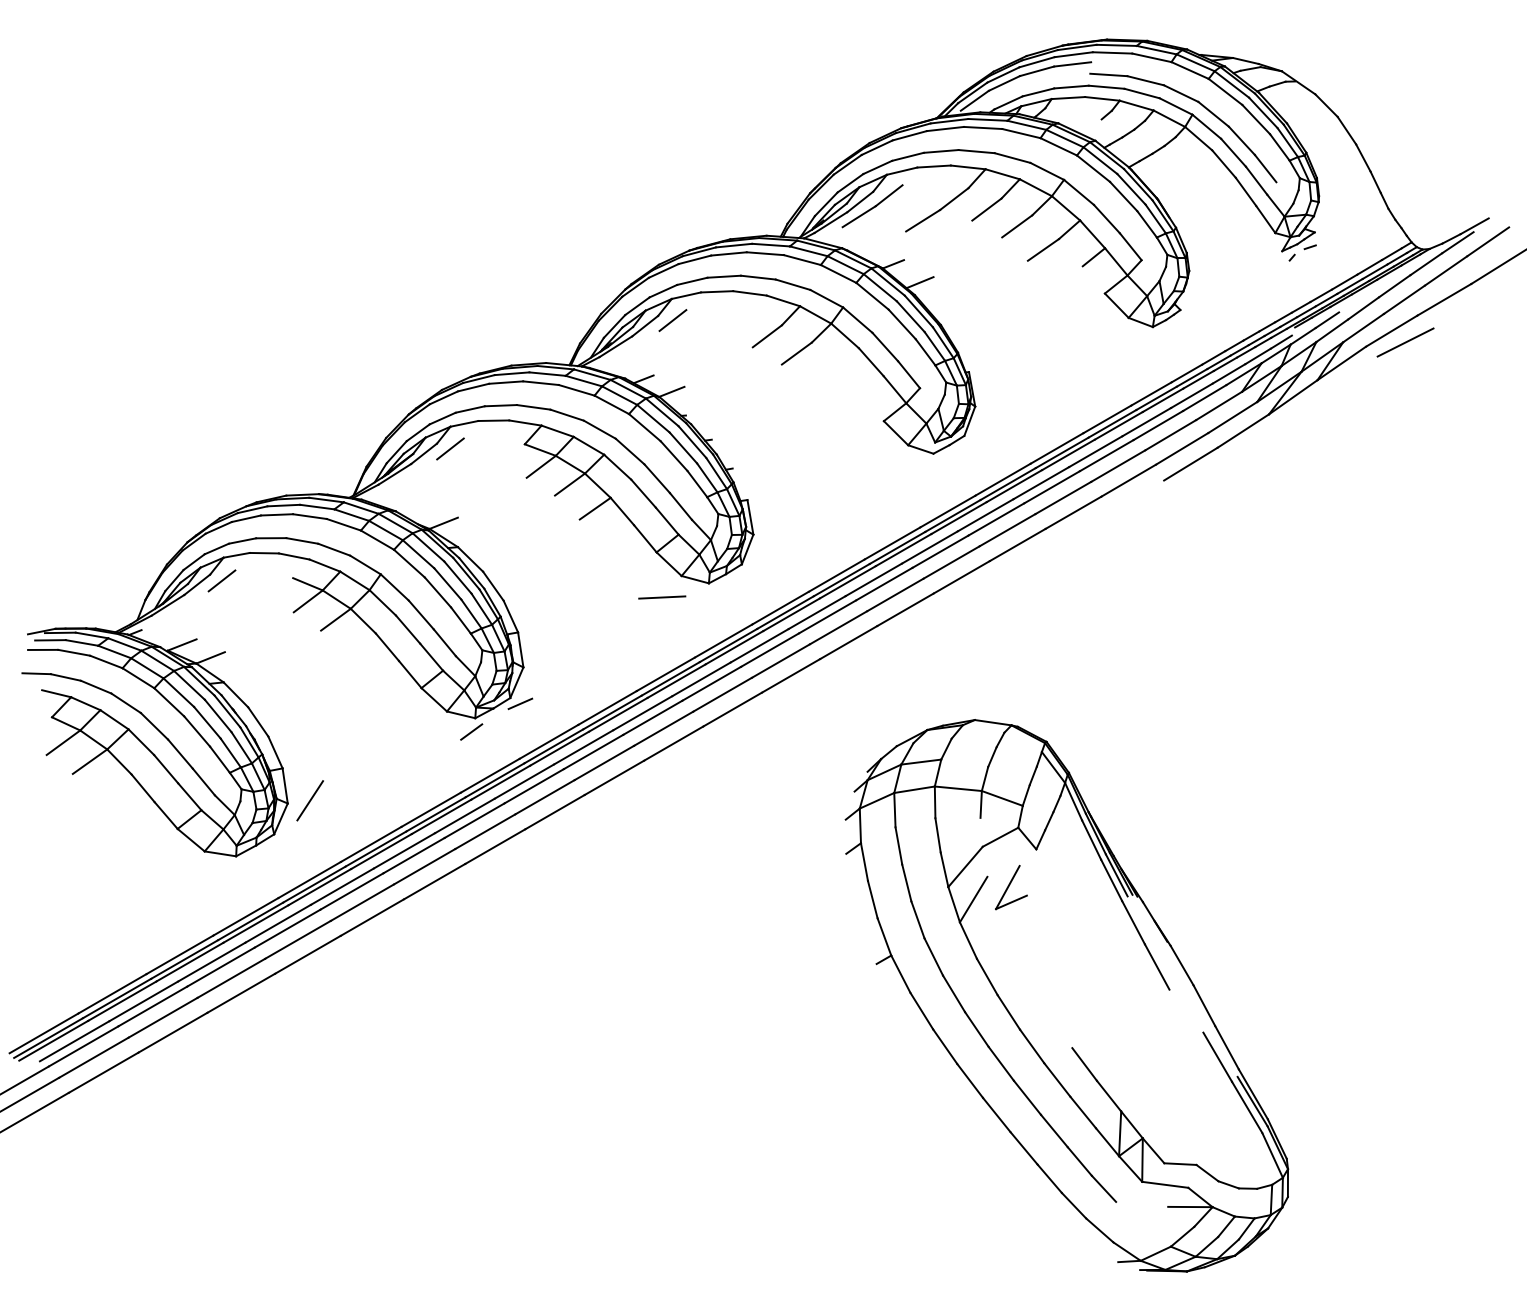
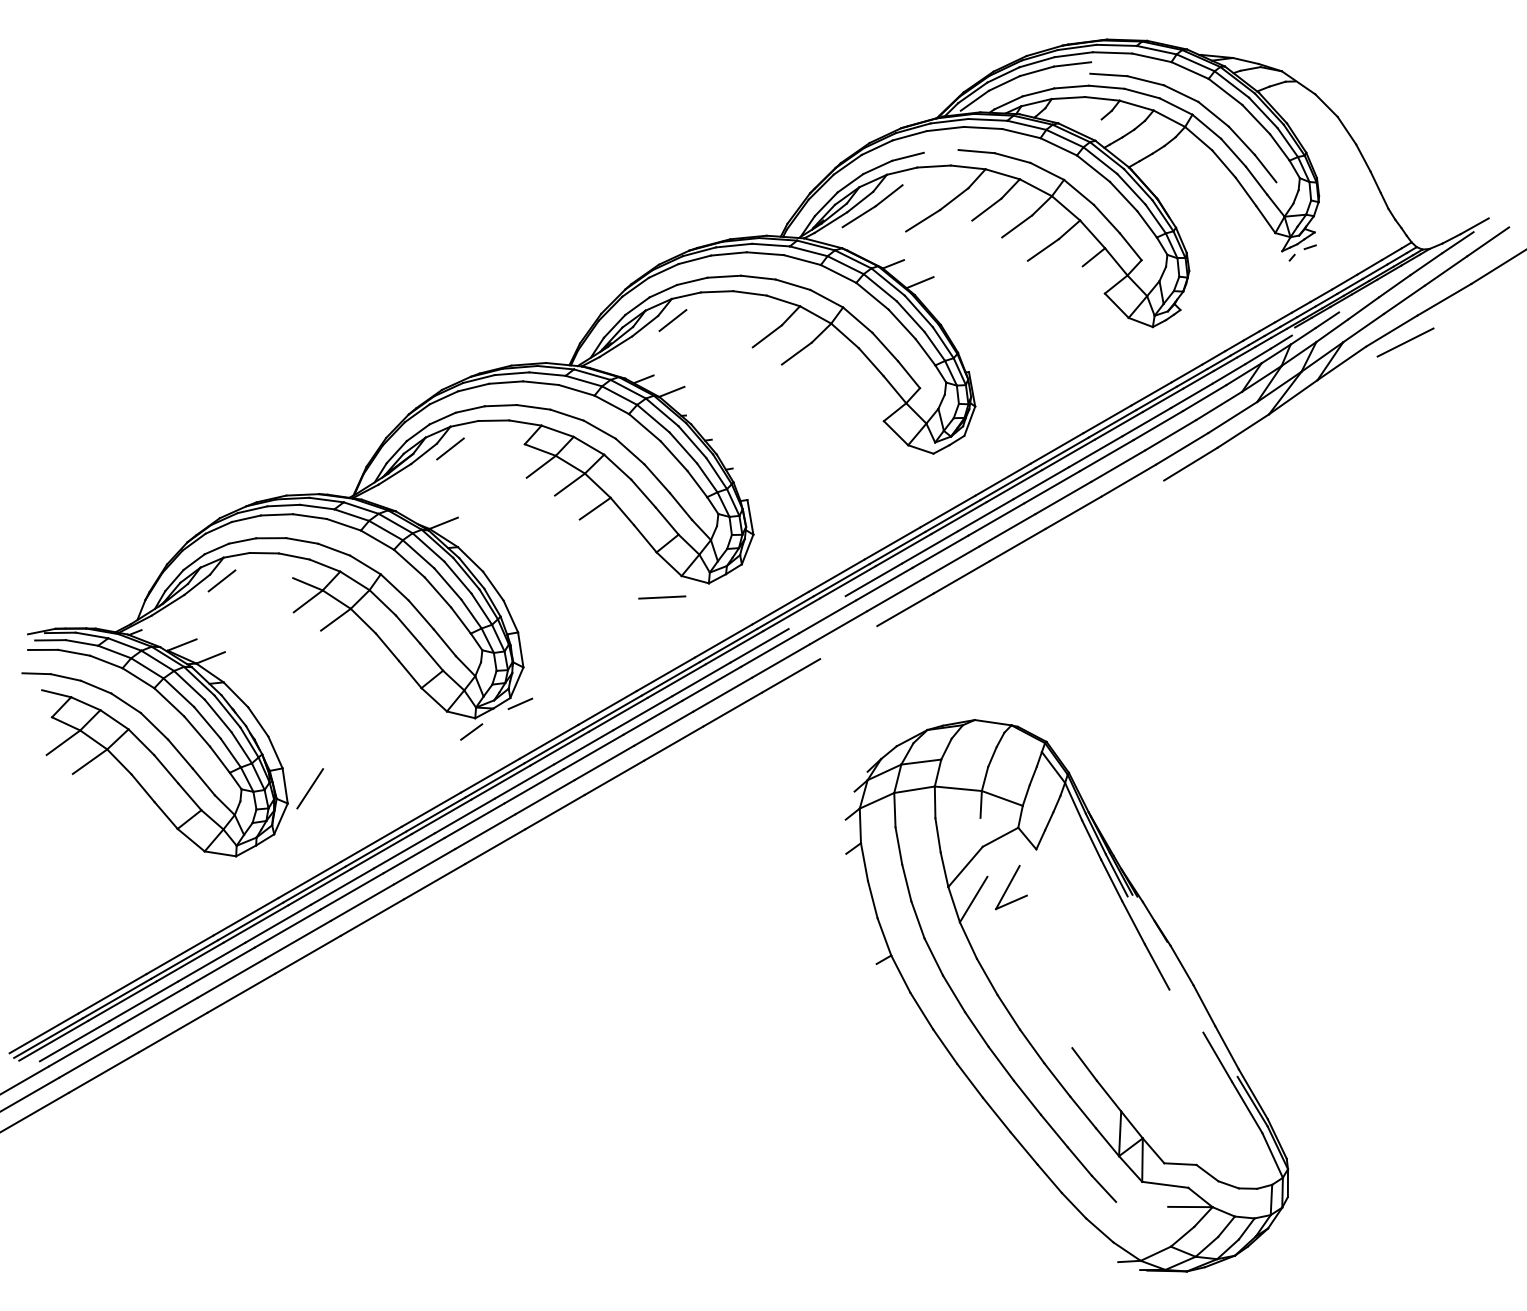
line at (940, 151): present -> none
line at (816, 612): present -> none
line at (848, 642): present -> none
line at (309, 800) position: (309, 800) -> (309, 788)
